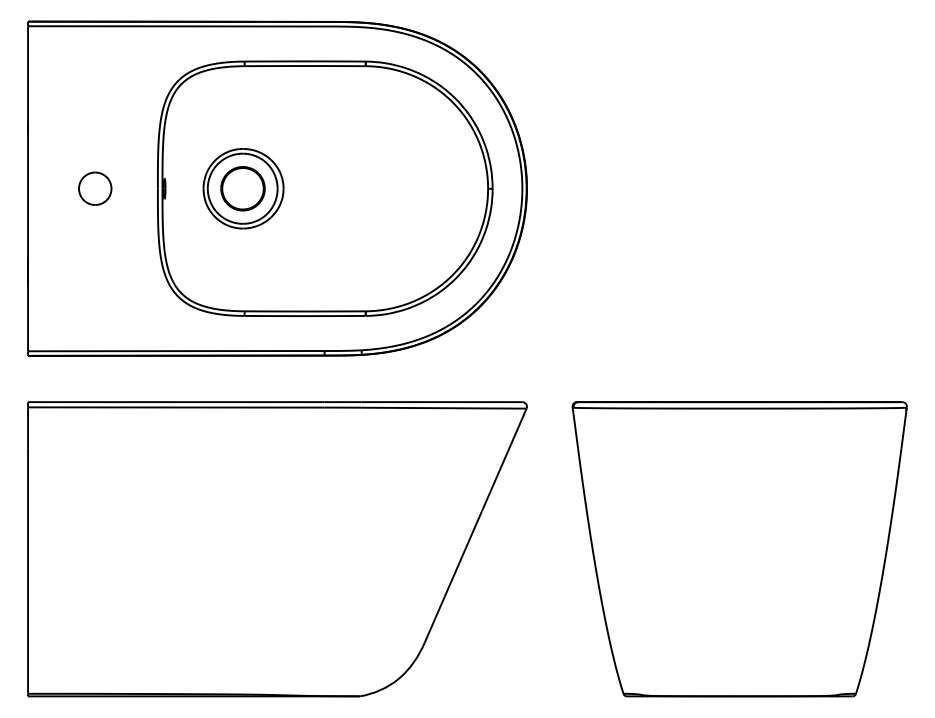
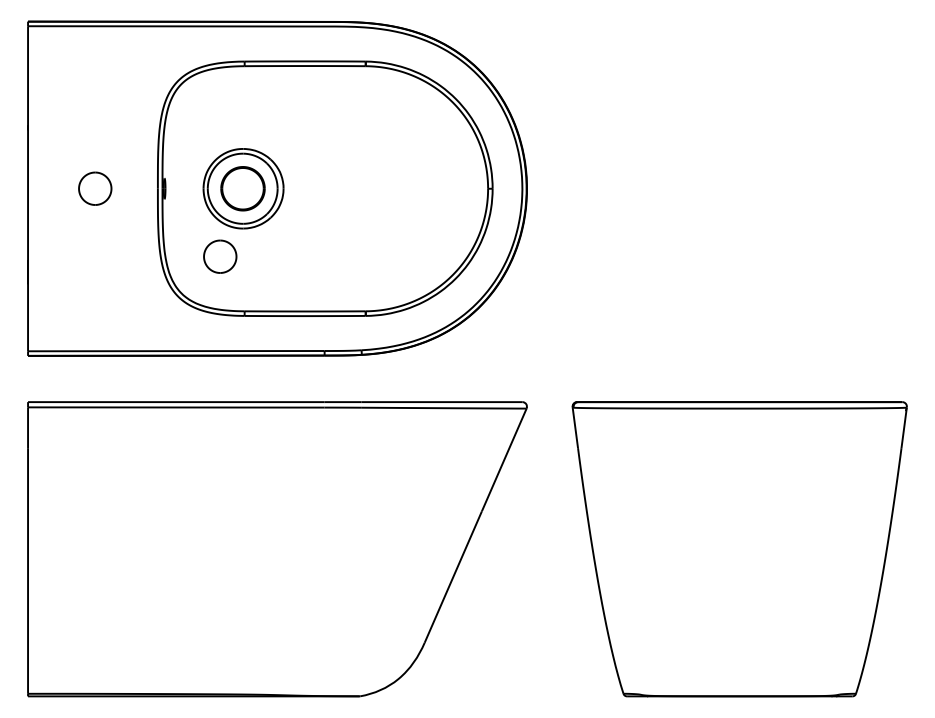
part at (220, 256): none -> present
